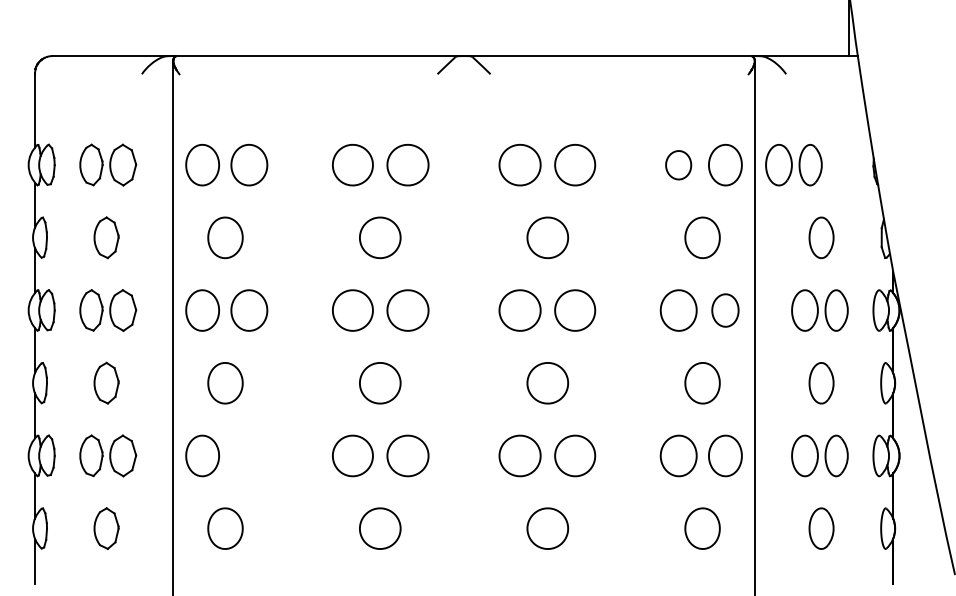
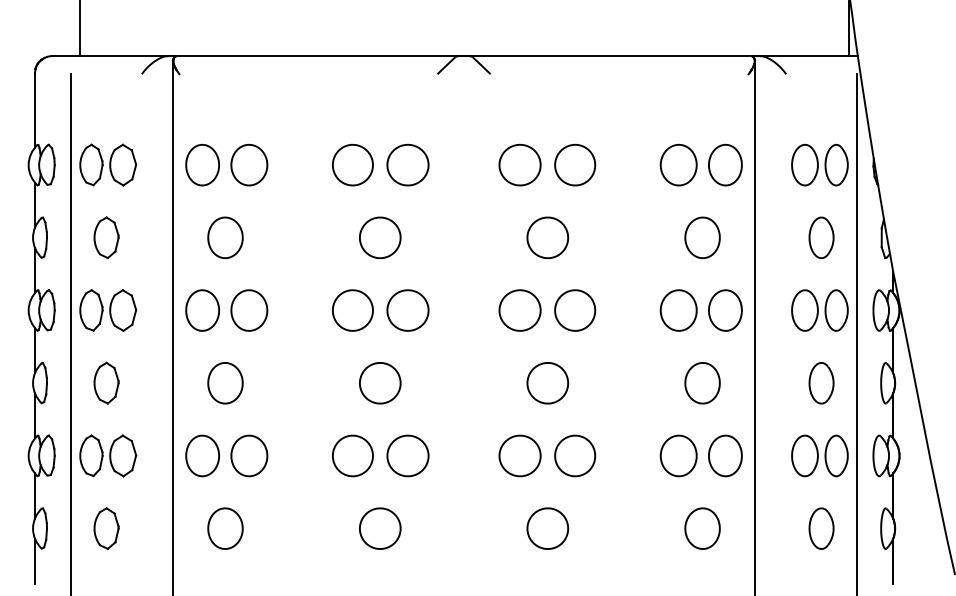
line at (79, 29): none -> present
part at (678, 165) size: 28x31 px -> 39x43 px
part at (793, 165) position: (793, 165) -> (819, 165)
part at (725, 310) size: 29x35 px -> 35x43 px
line at (70, 333): none -> present
line at (857, 333): none -> present
part at (249, 455): none -> present
